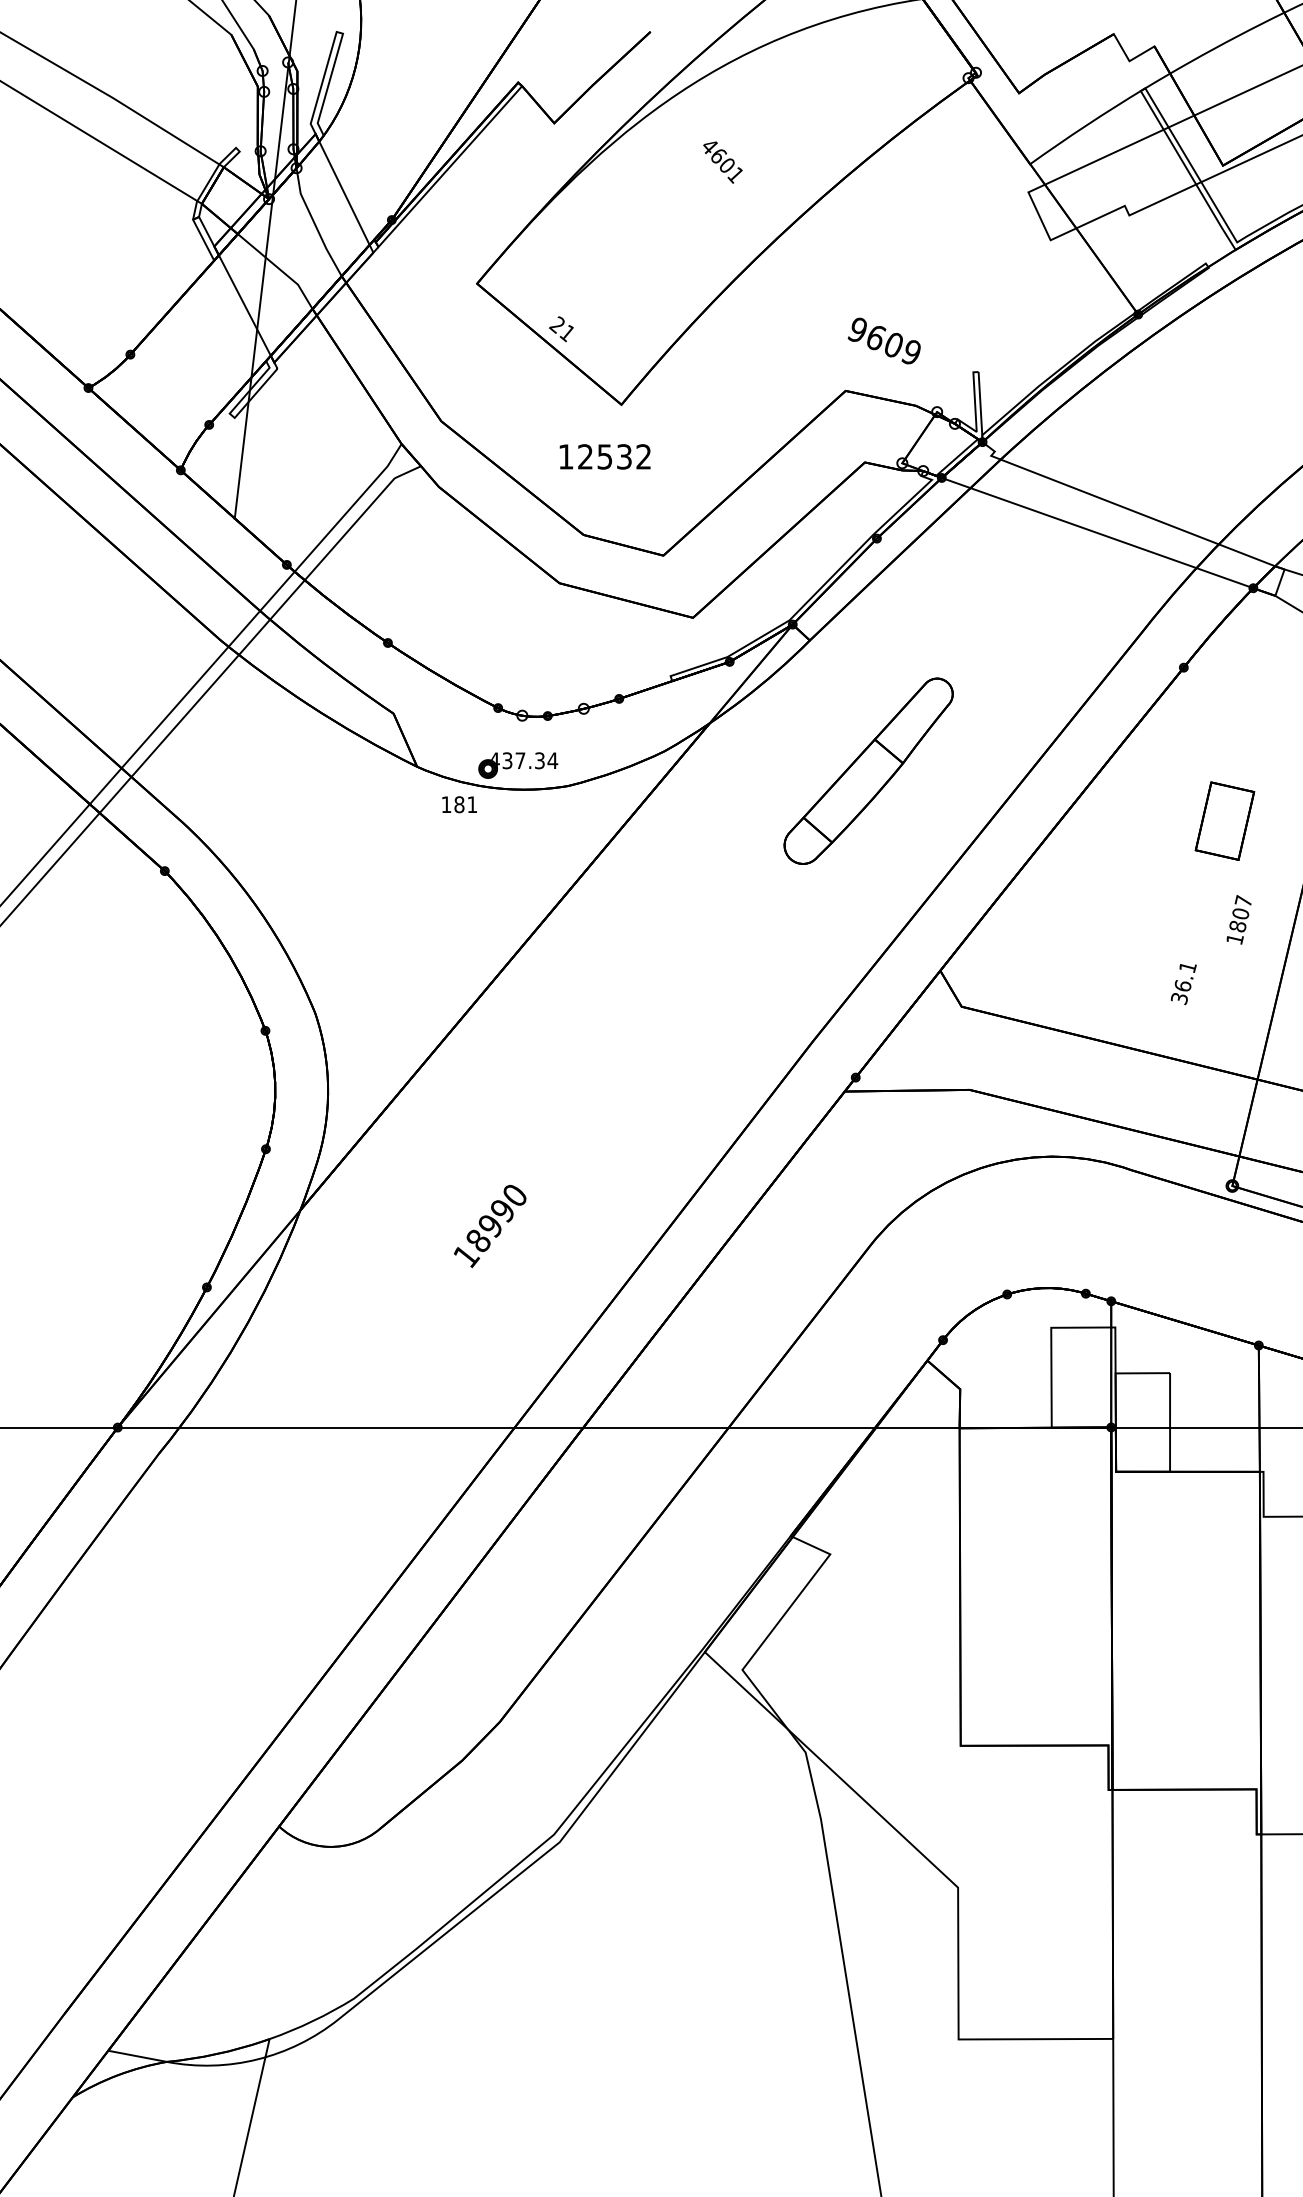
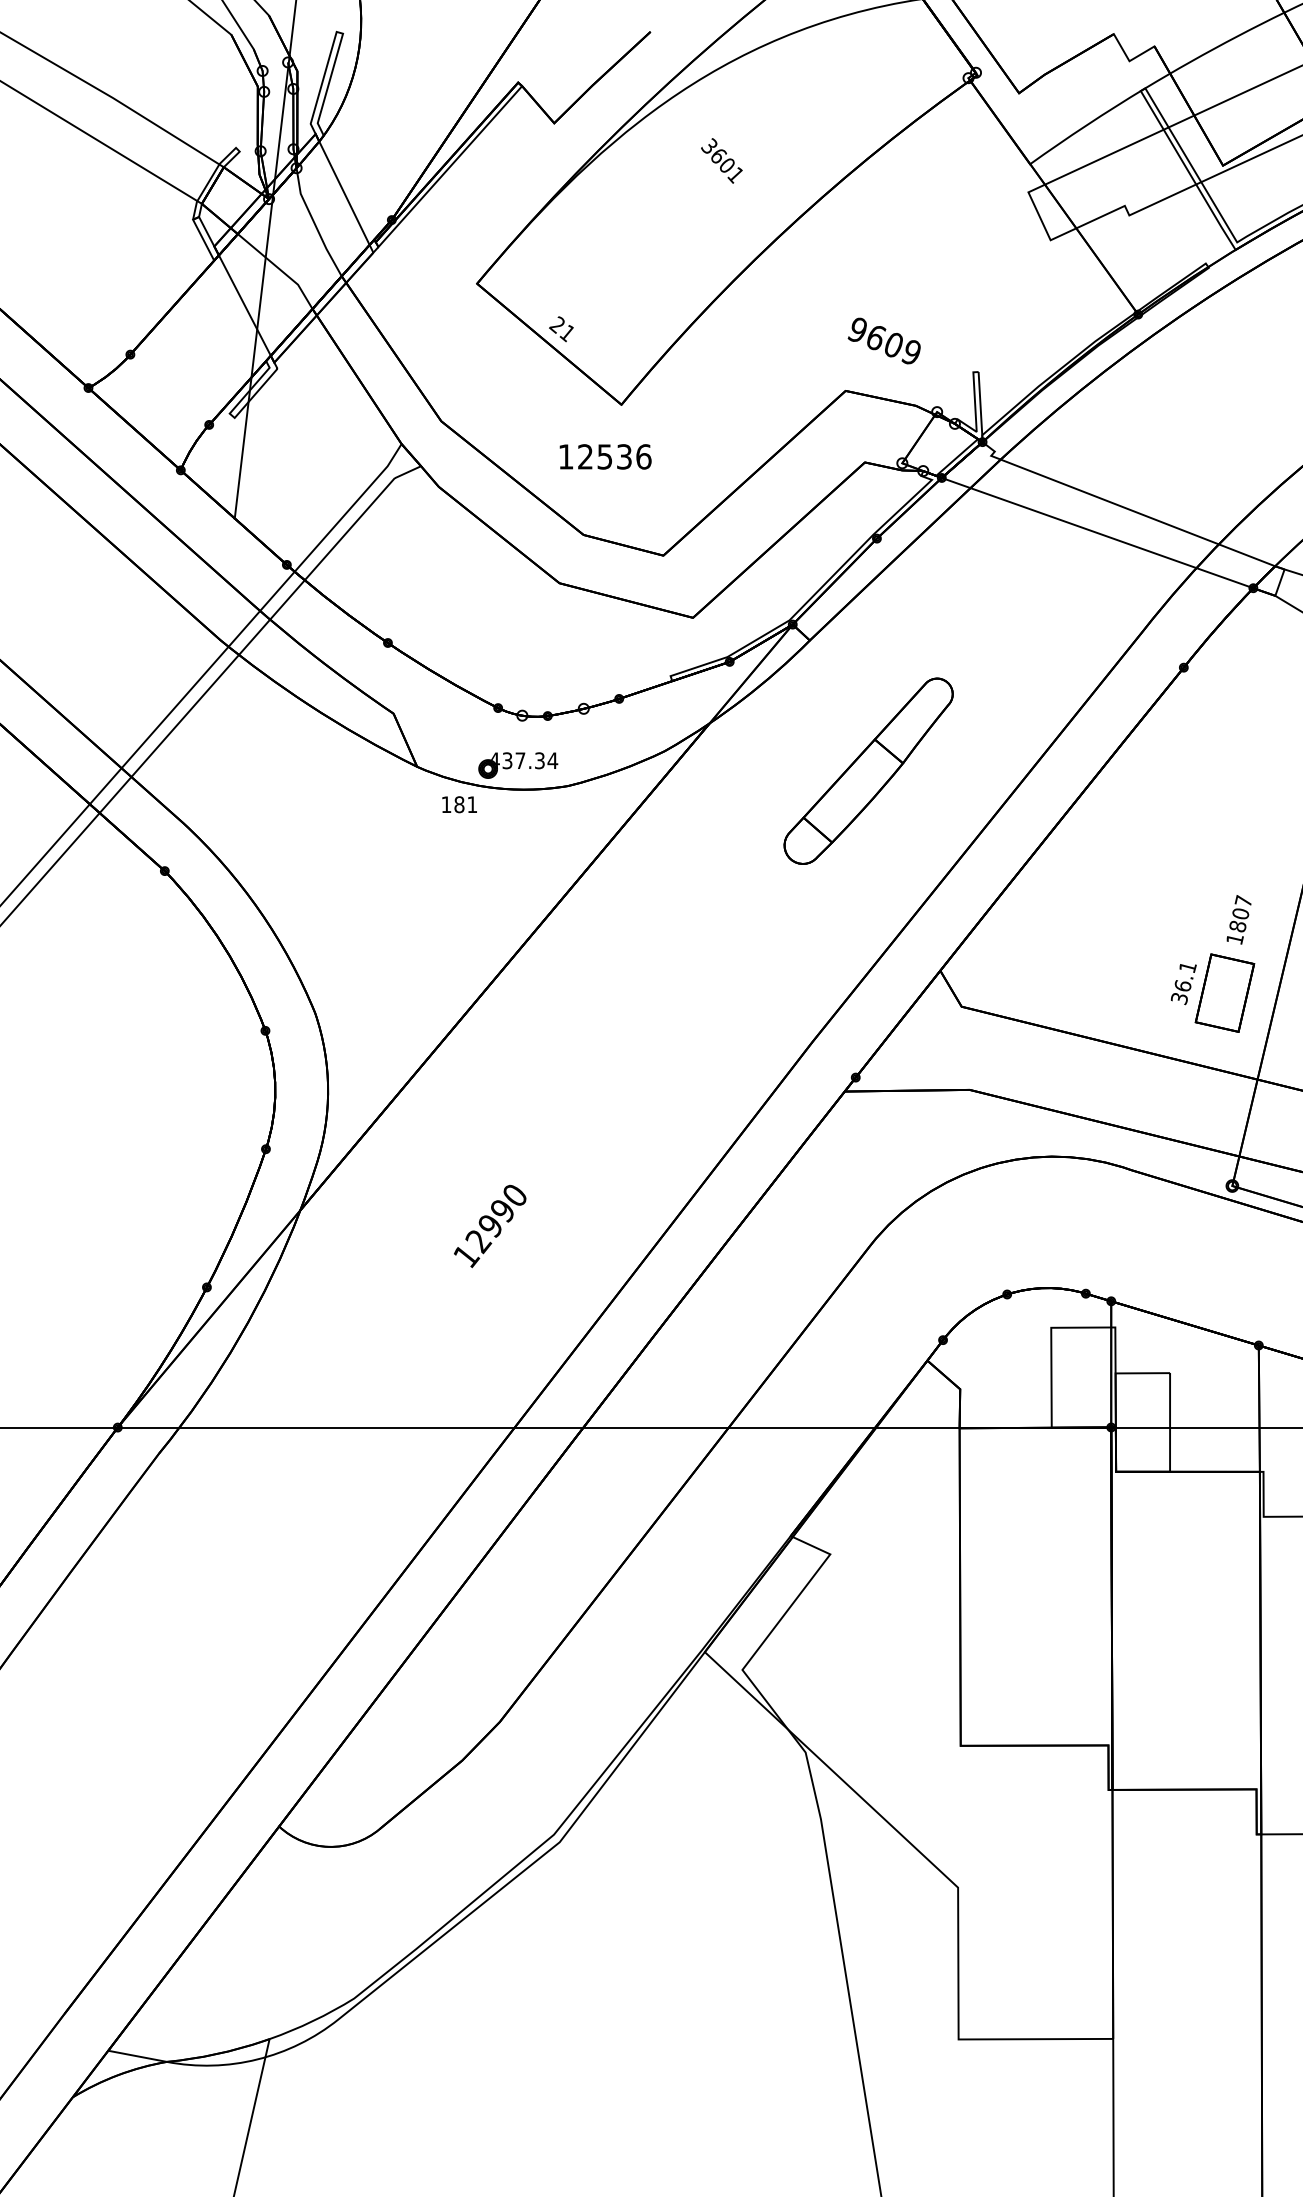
text at (709, 145): 4601 -> 3601
text at (643, 456): 12532 -> 12536
part at (1224, 820) position: (1224, 820) -> (1224, 992)
text at (478, 1241): 18990 -> 12990
